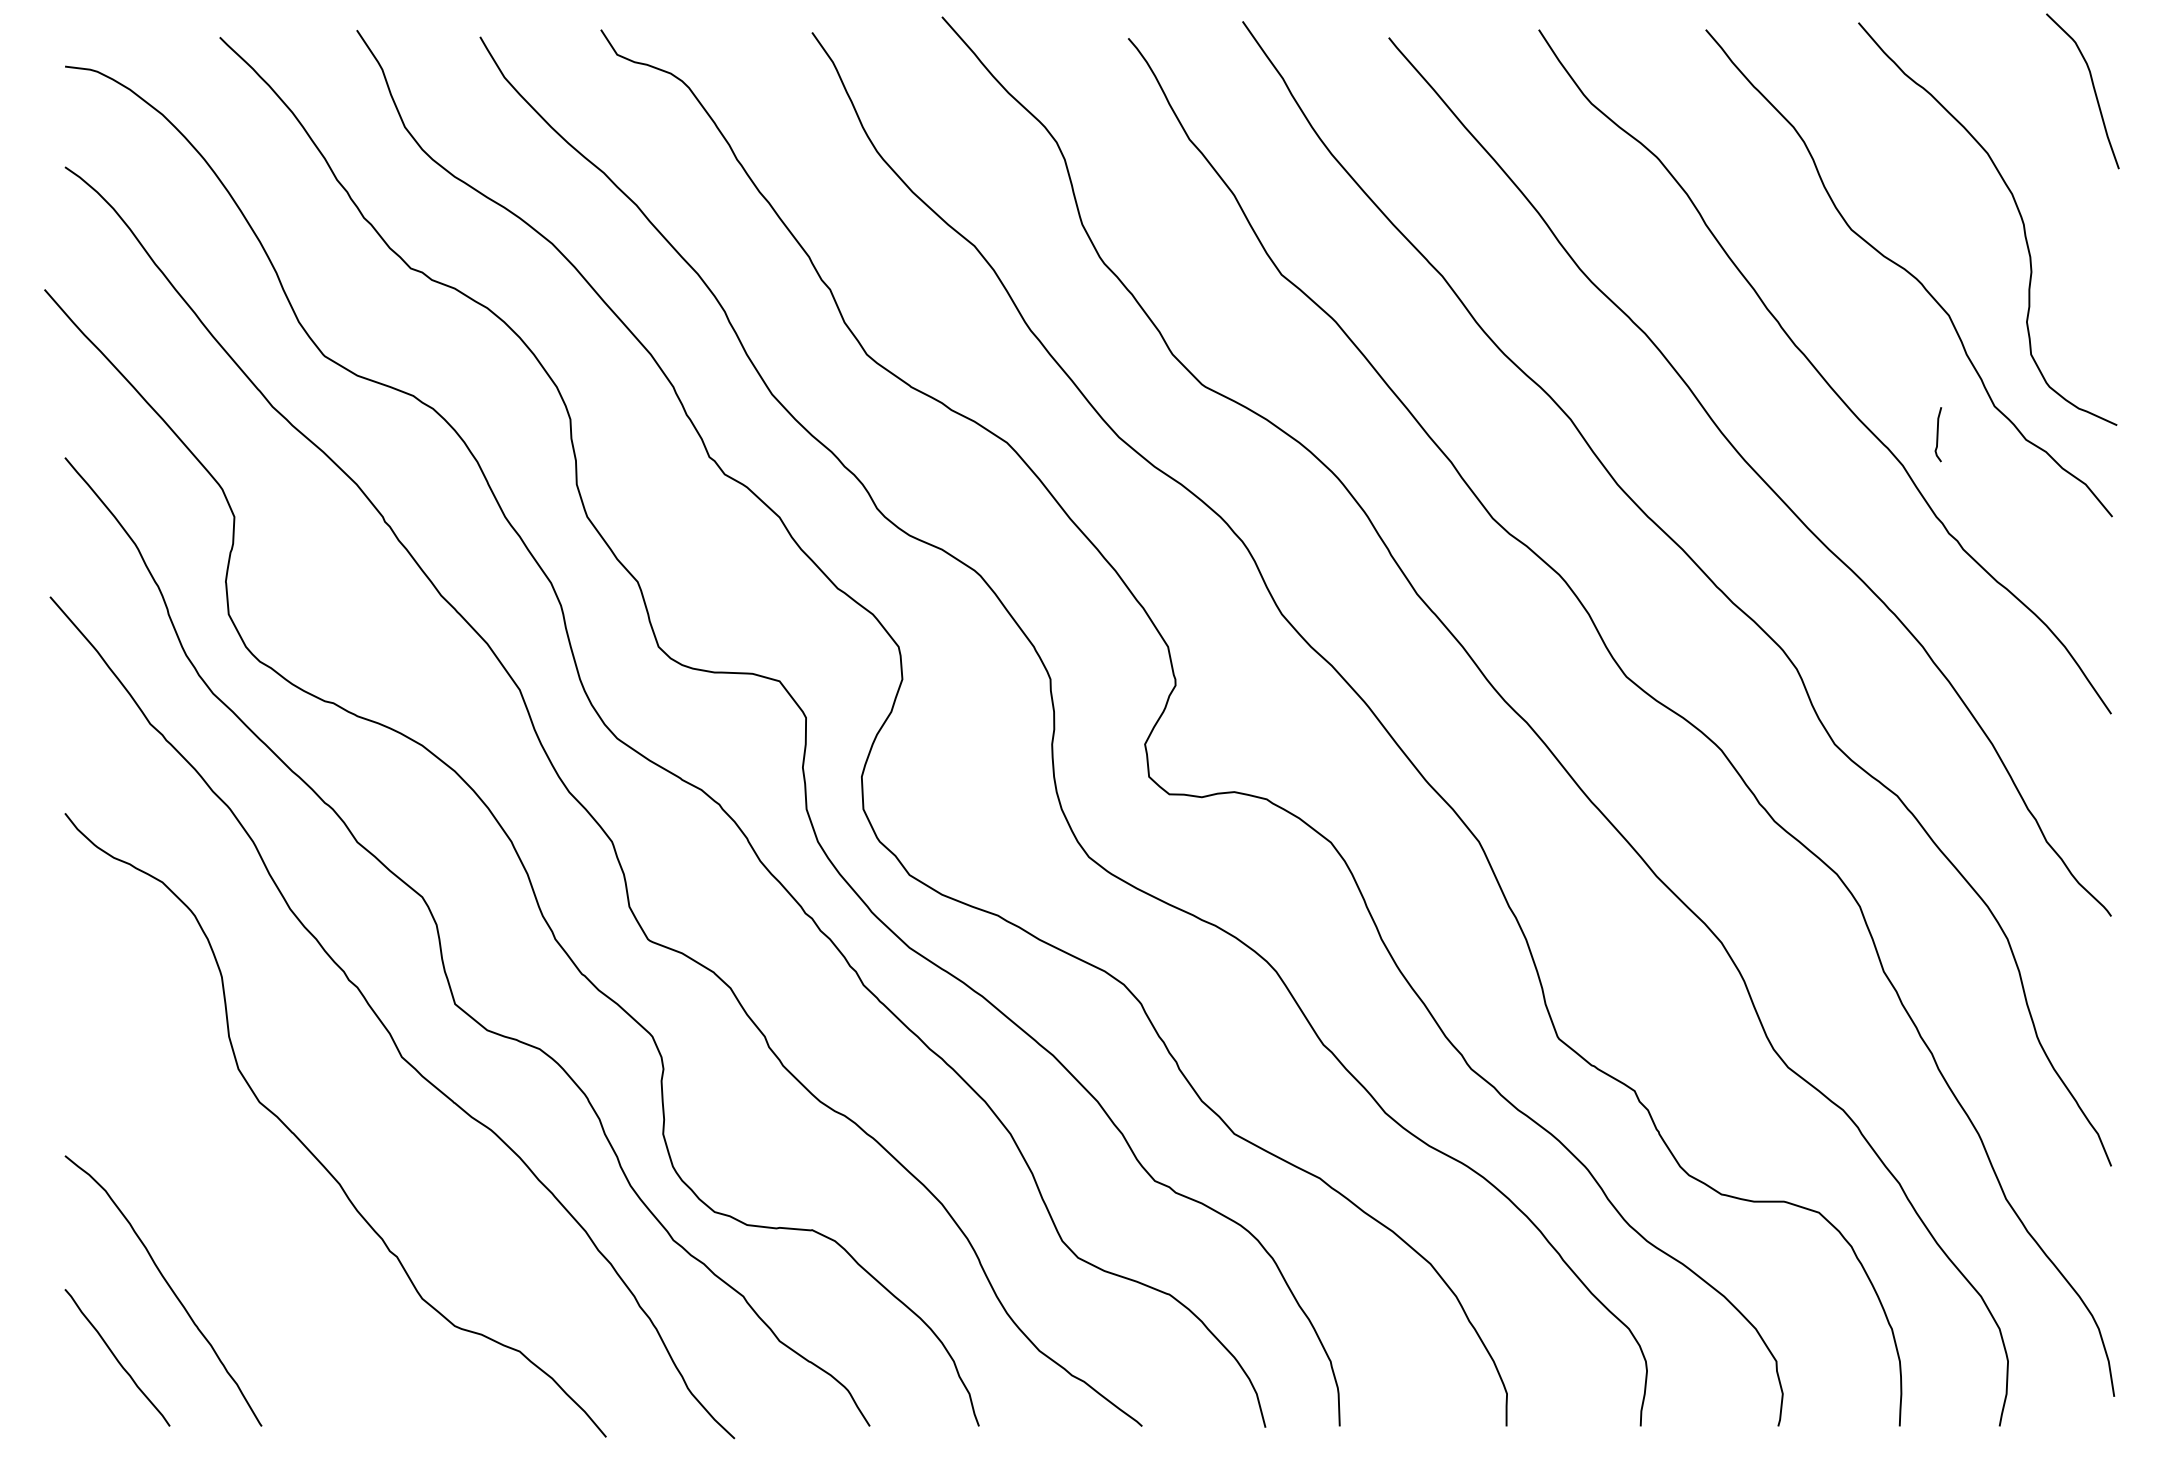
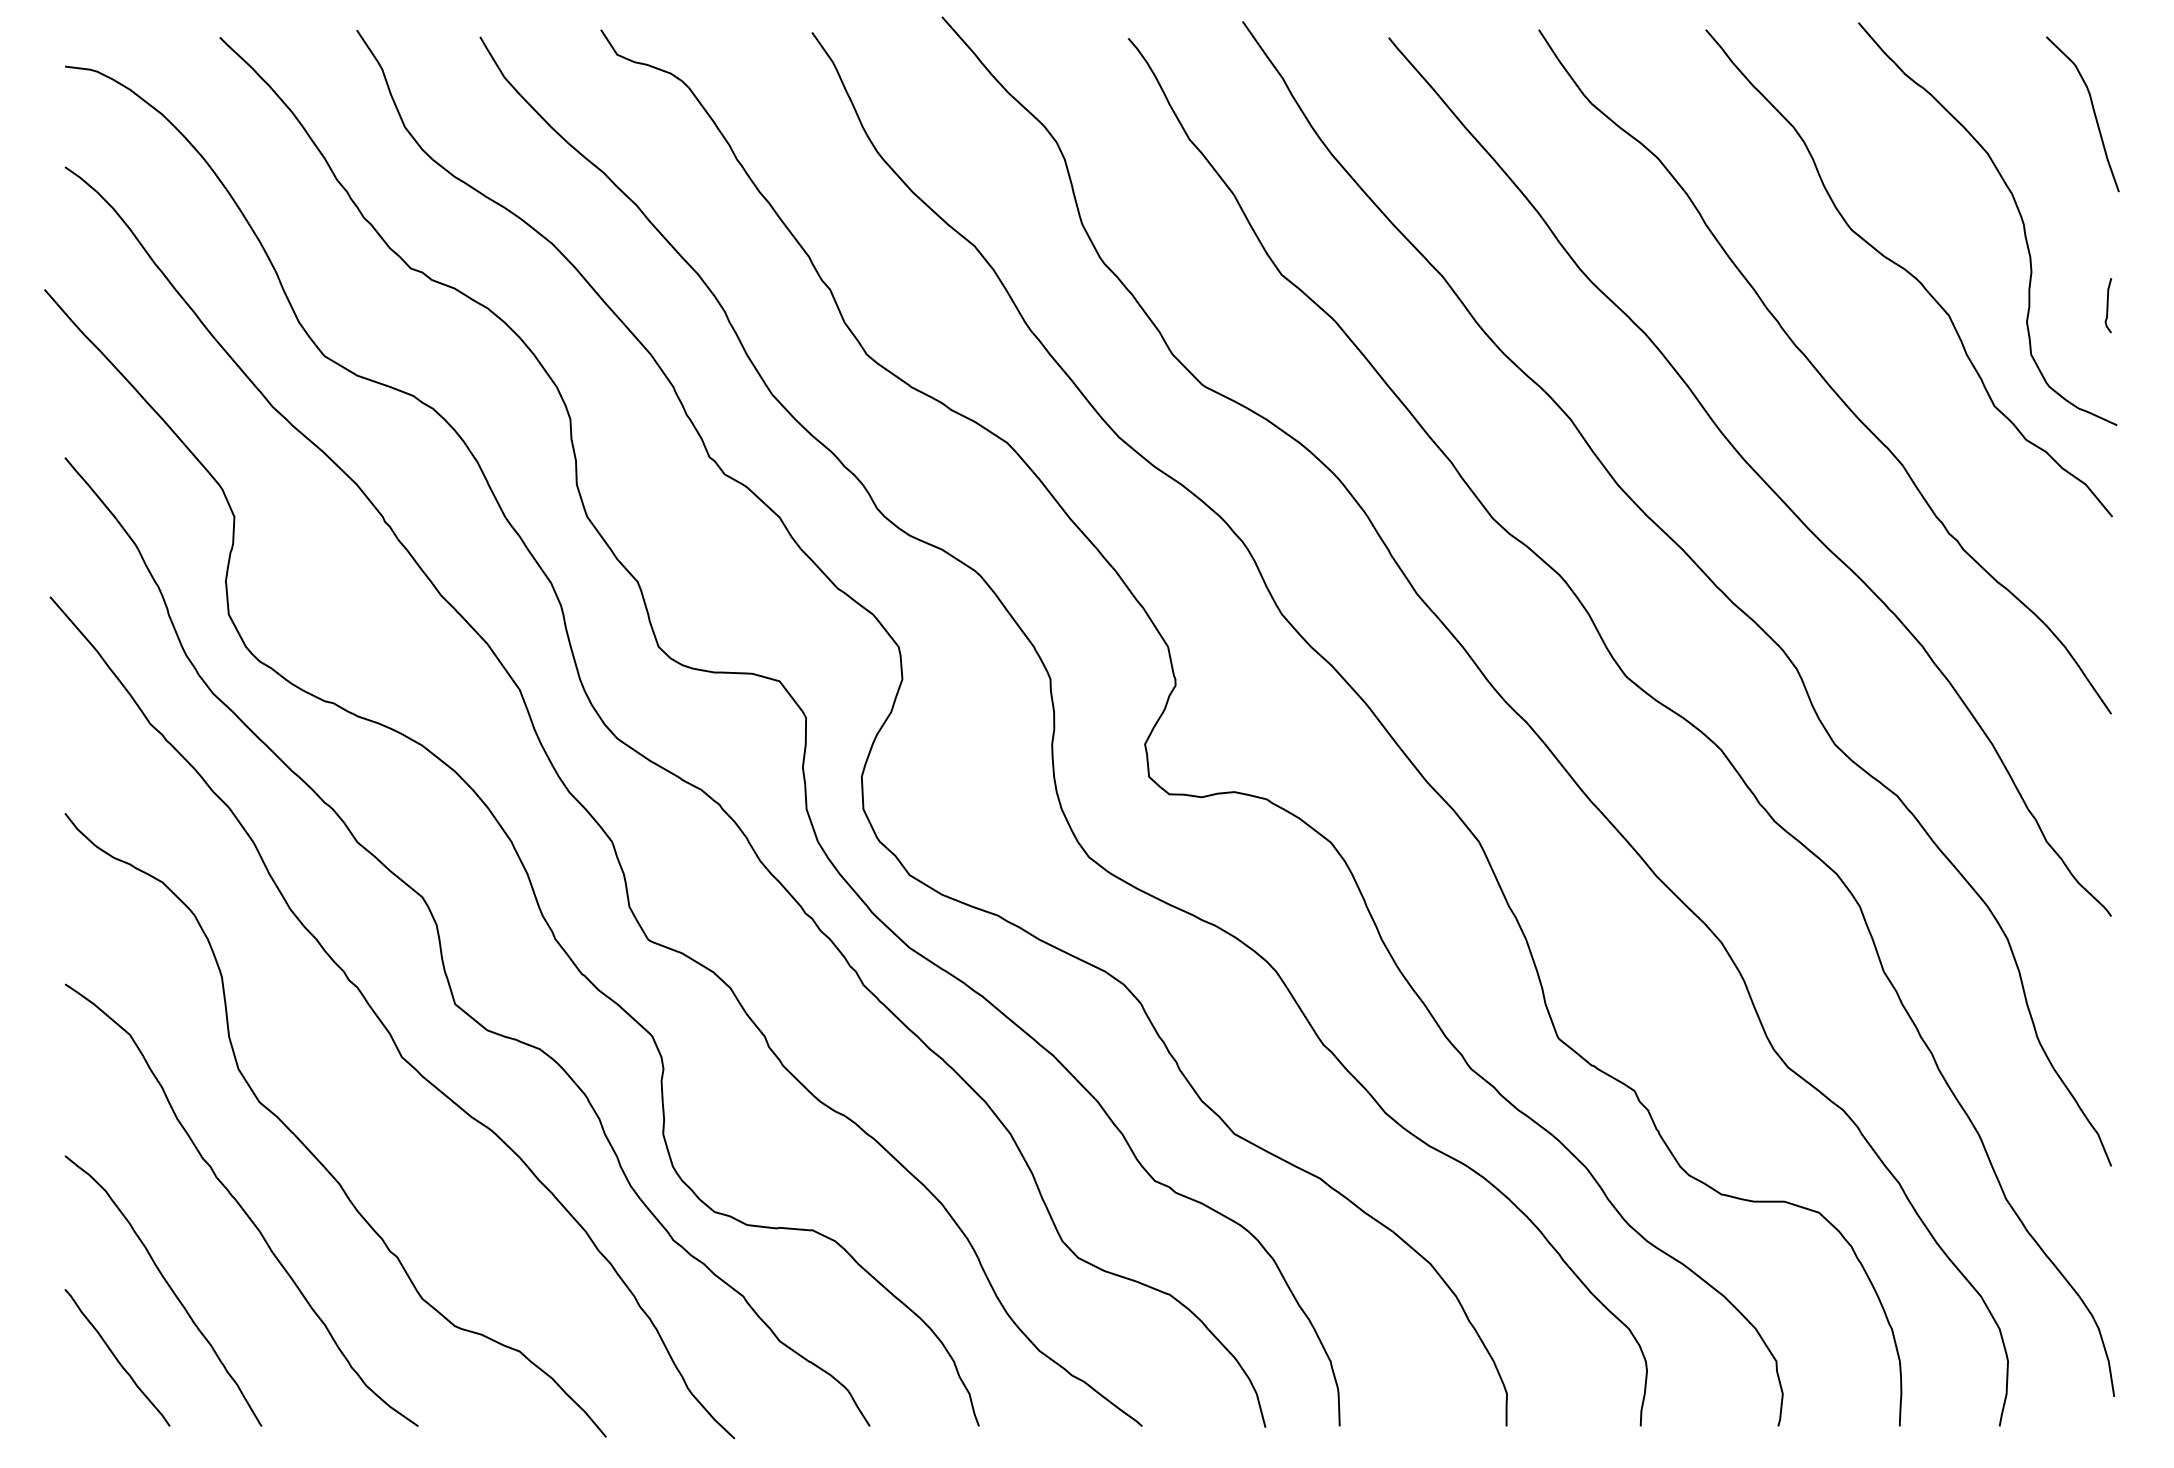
curve at (2093, 90) position: (2093, 90) -> (2093, 113)
curve at (1938, 434) position: (1938, 434) -> (2108, 305)
curve at (240, 1204): none -> present
